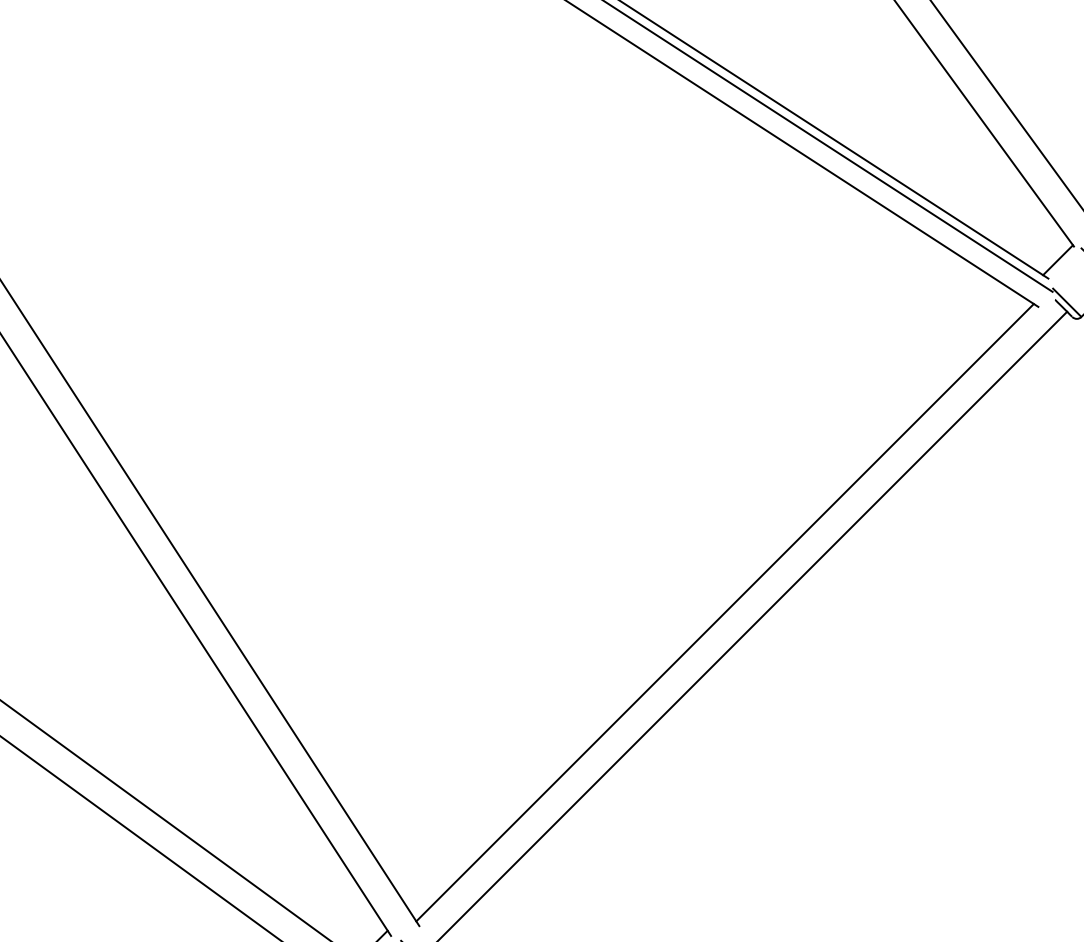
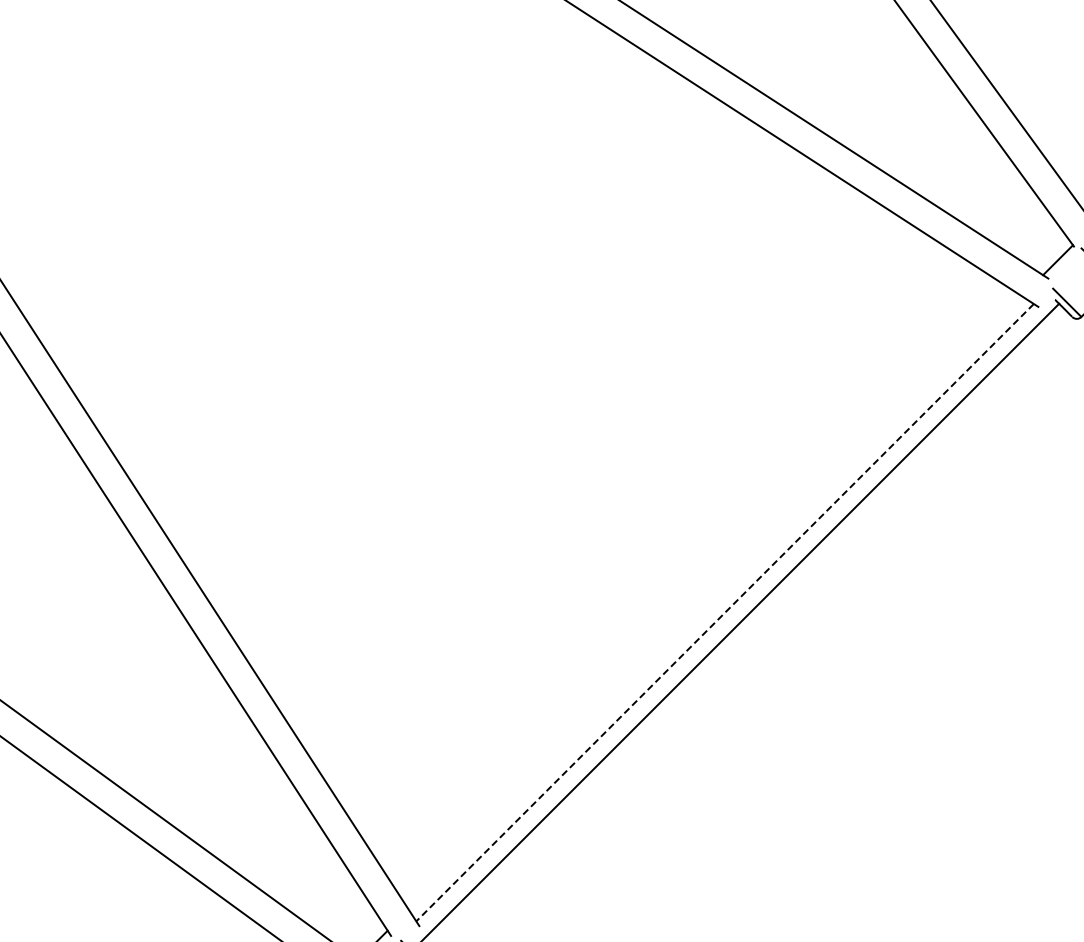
line at (829, 146): present -> none
line at (725, 612): solid -> dashed
line at (753, 624) position: (753, 624) -> (741, 620)
